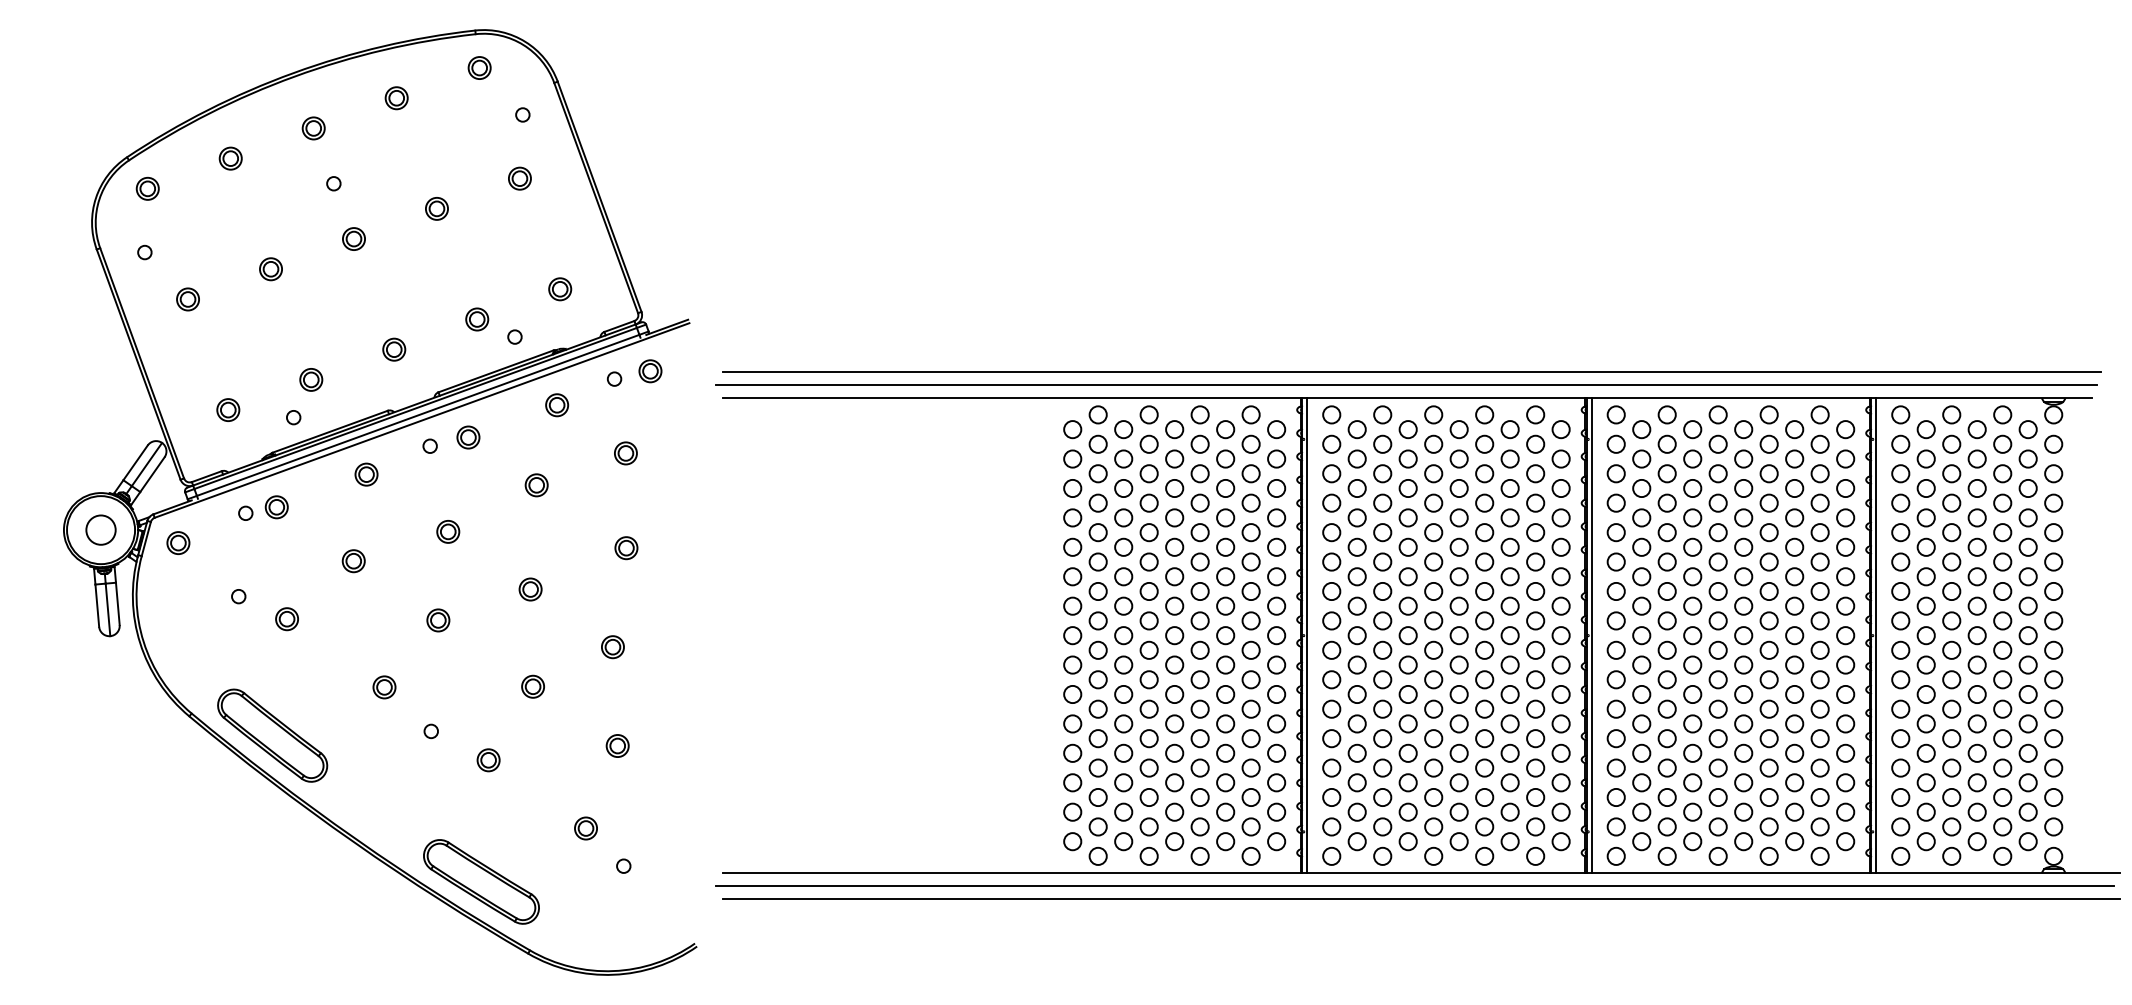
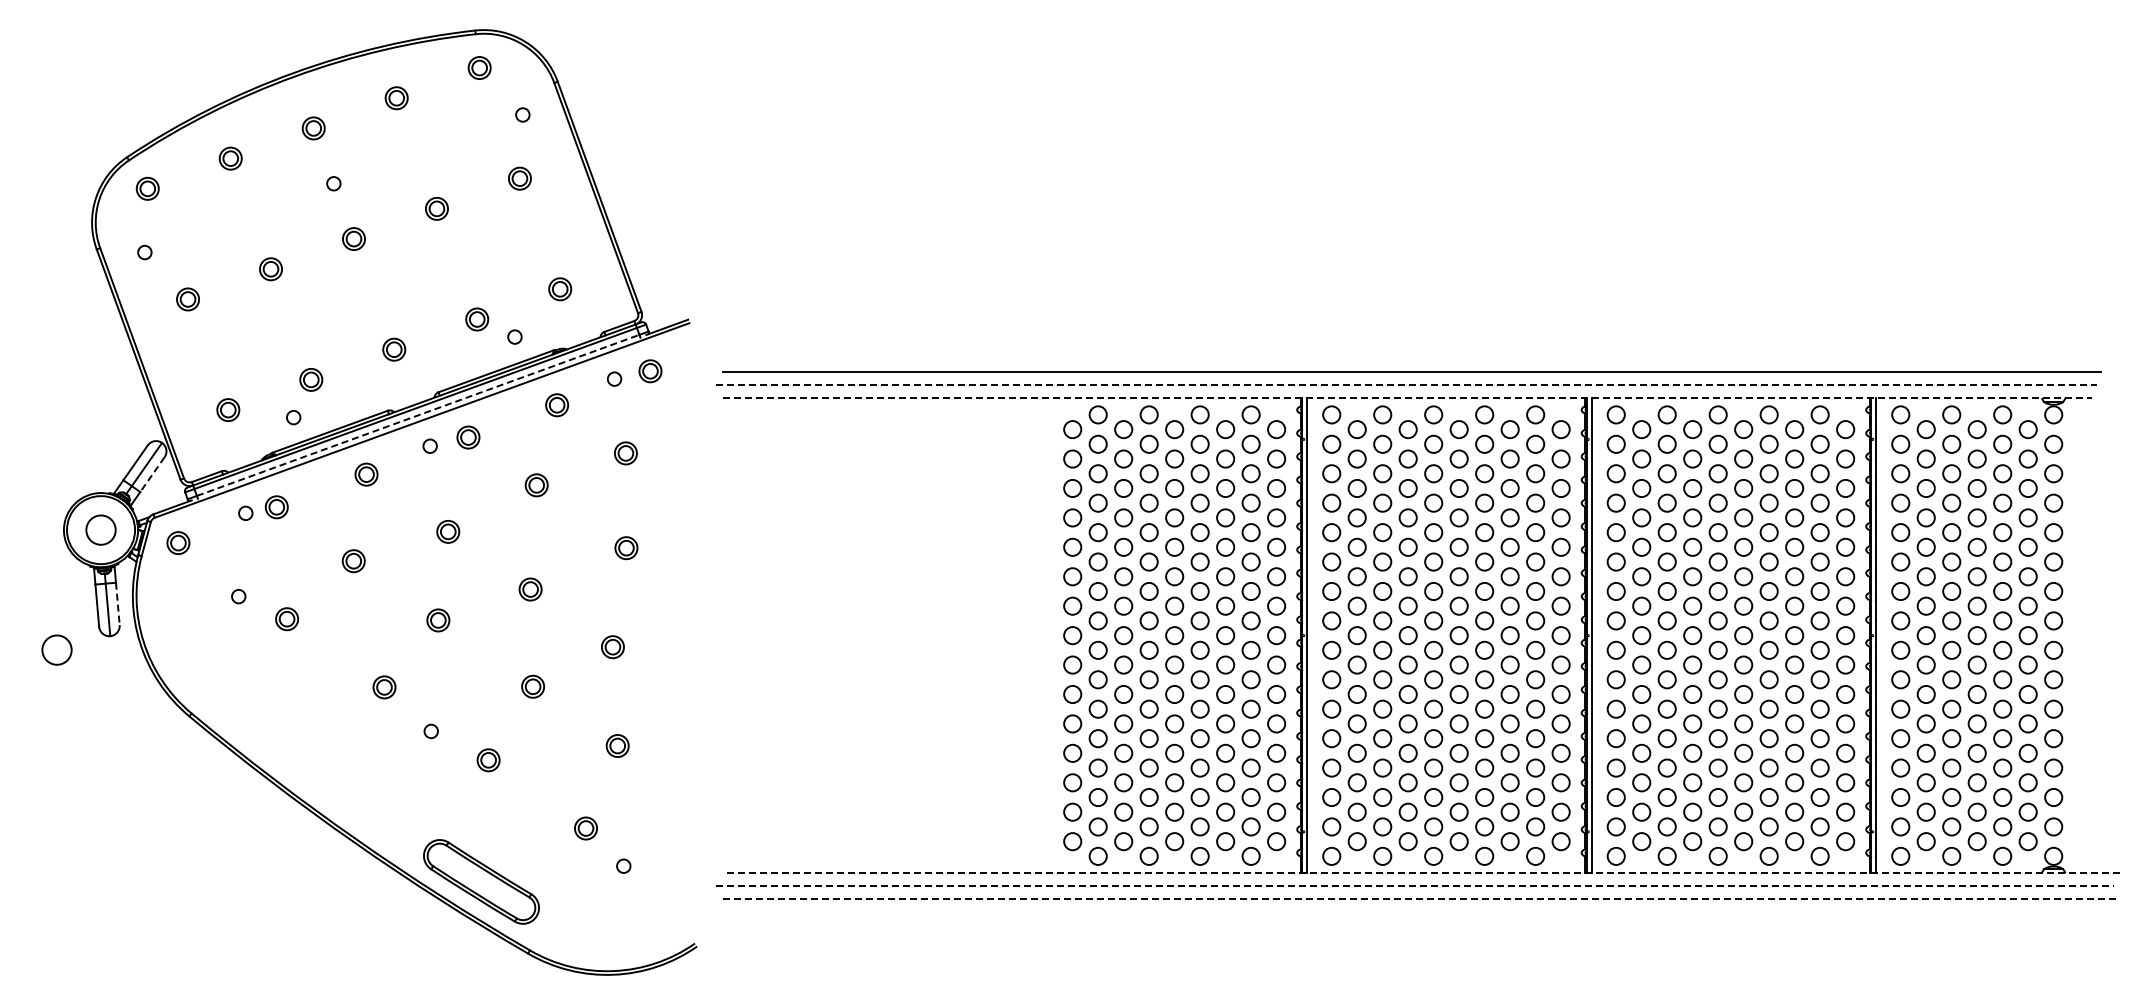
line at (1407, 385): solid -> dashed
line at (1407, 398): solid -> dashed
line at (418, 415): solid -> dashed
line at (152, 475): solid -> dashed
line at (117, 604): solid -> dashed
circle at (56, 649): none -> present
part at (272, 735): present -> none
line at (1421, 873): solid -> dashed
line at (1415, 886): solid -> dashed
line at (1421, 898): solid -> dashed
